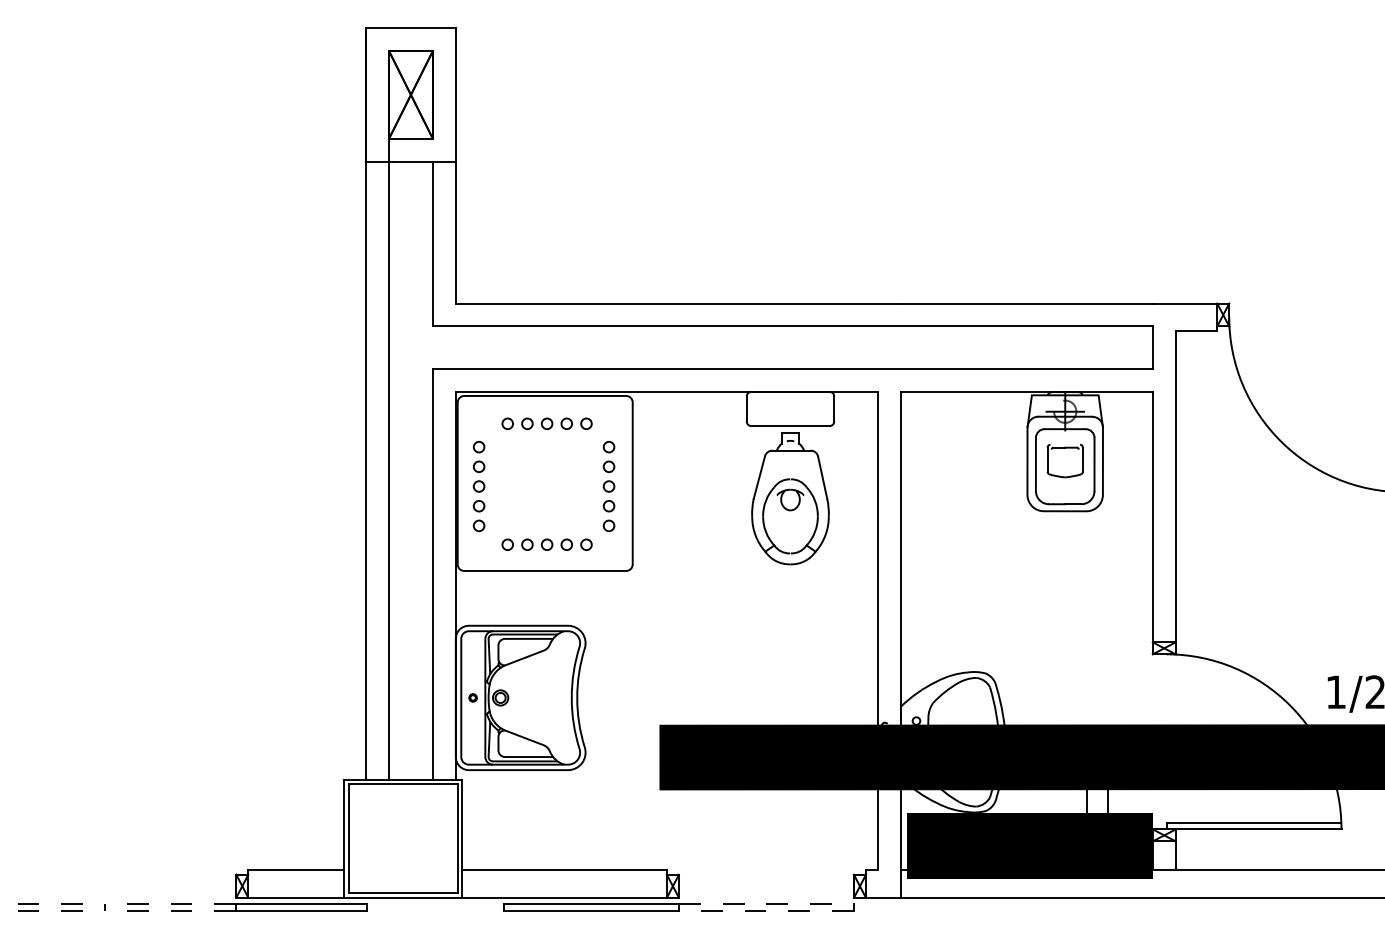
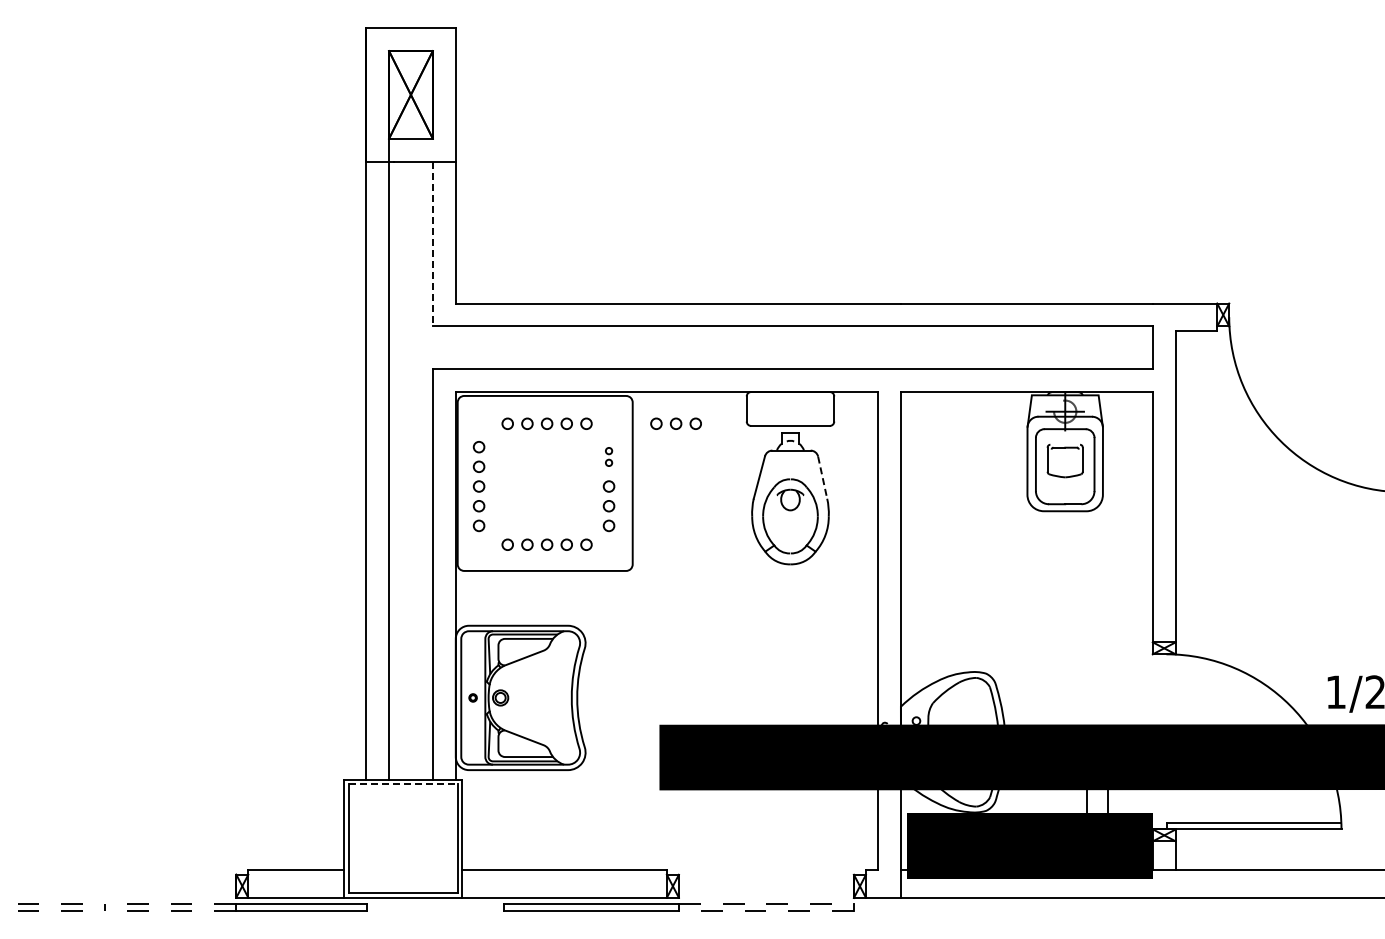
line at (432, 244): solid -> dashed
part at (675, 423): none -> present
part at (608, 456) size: 14x32 px -> 9x20 px
line at (822, 477): solid -> dashed
line at (403, 784): solid -> dashed
